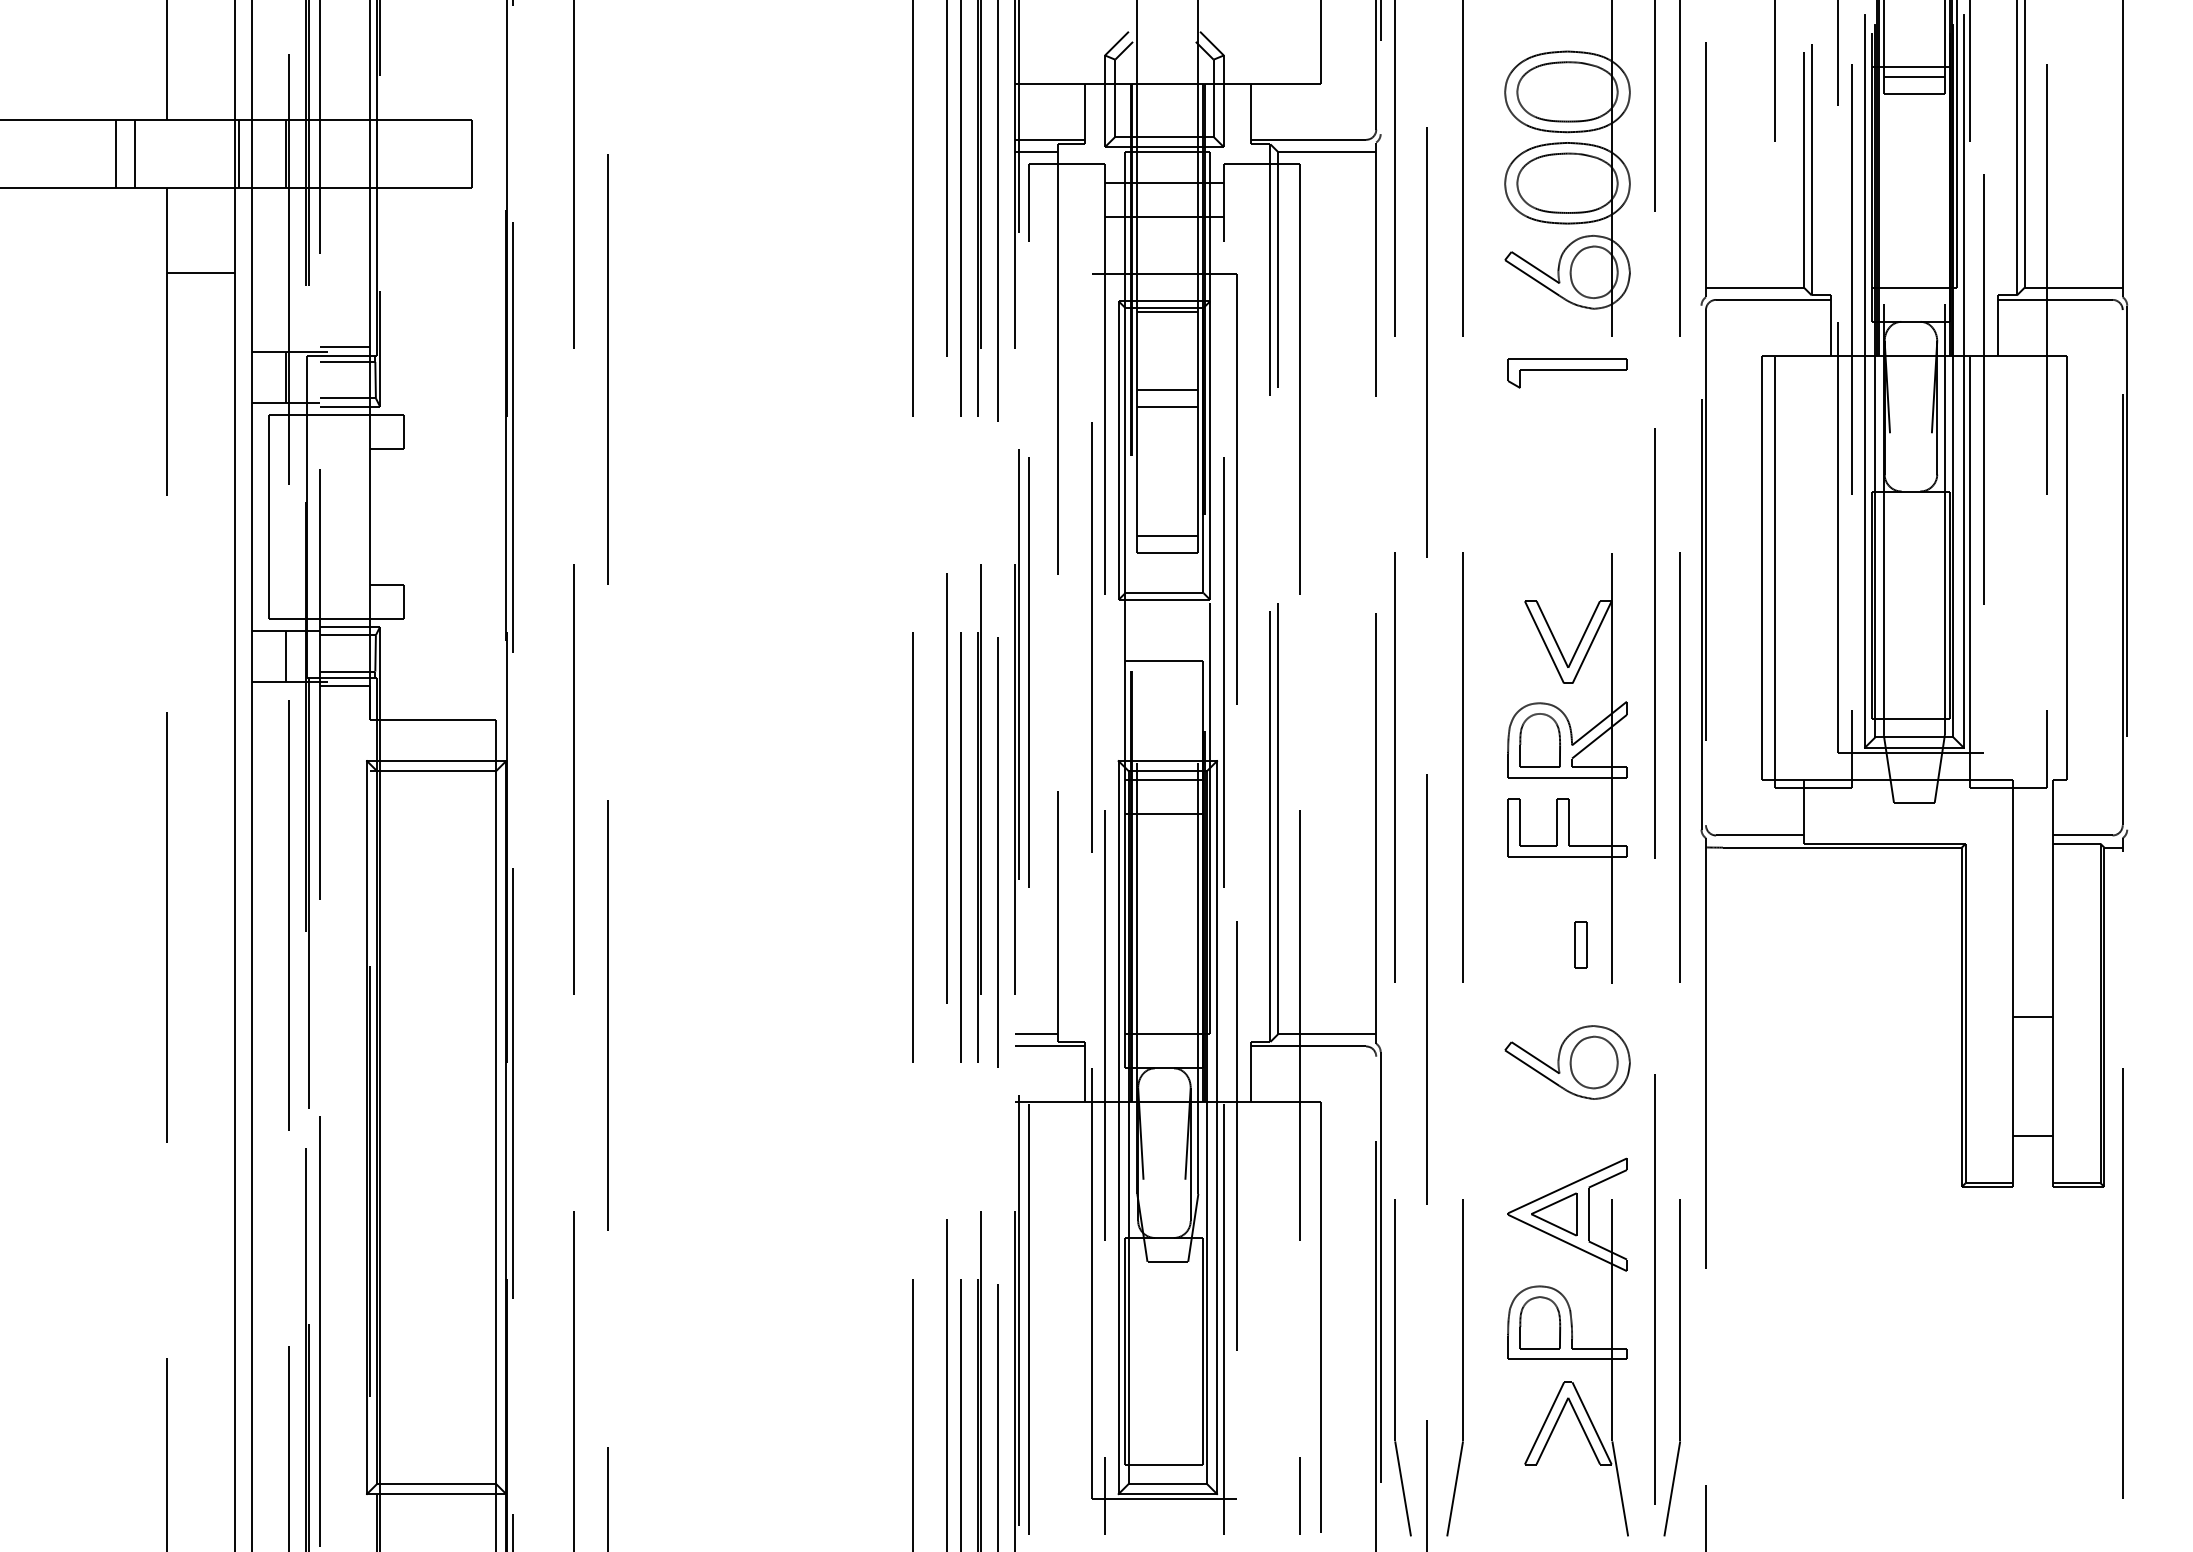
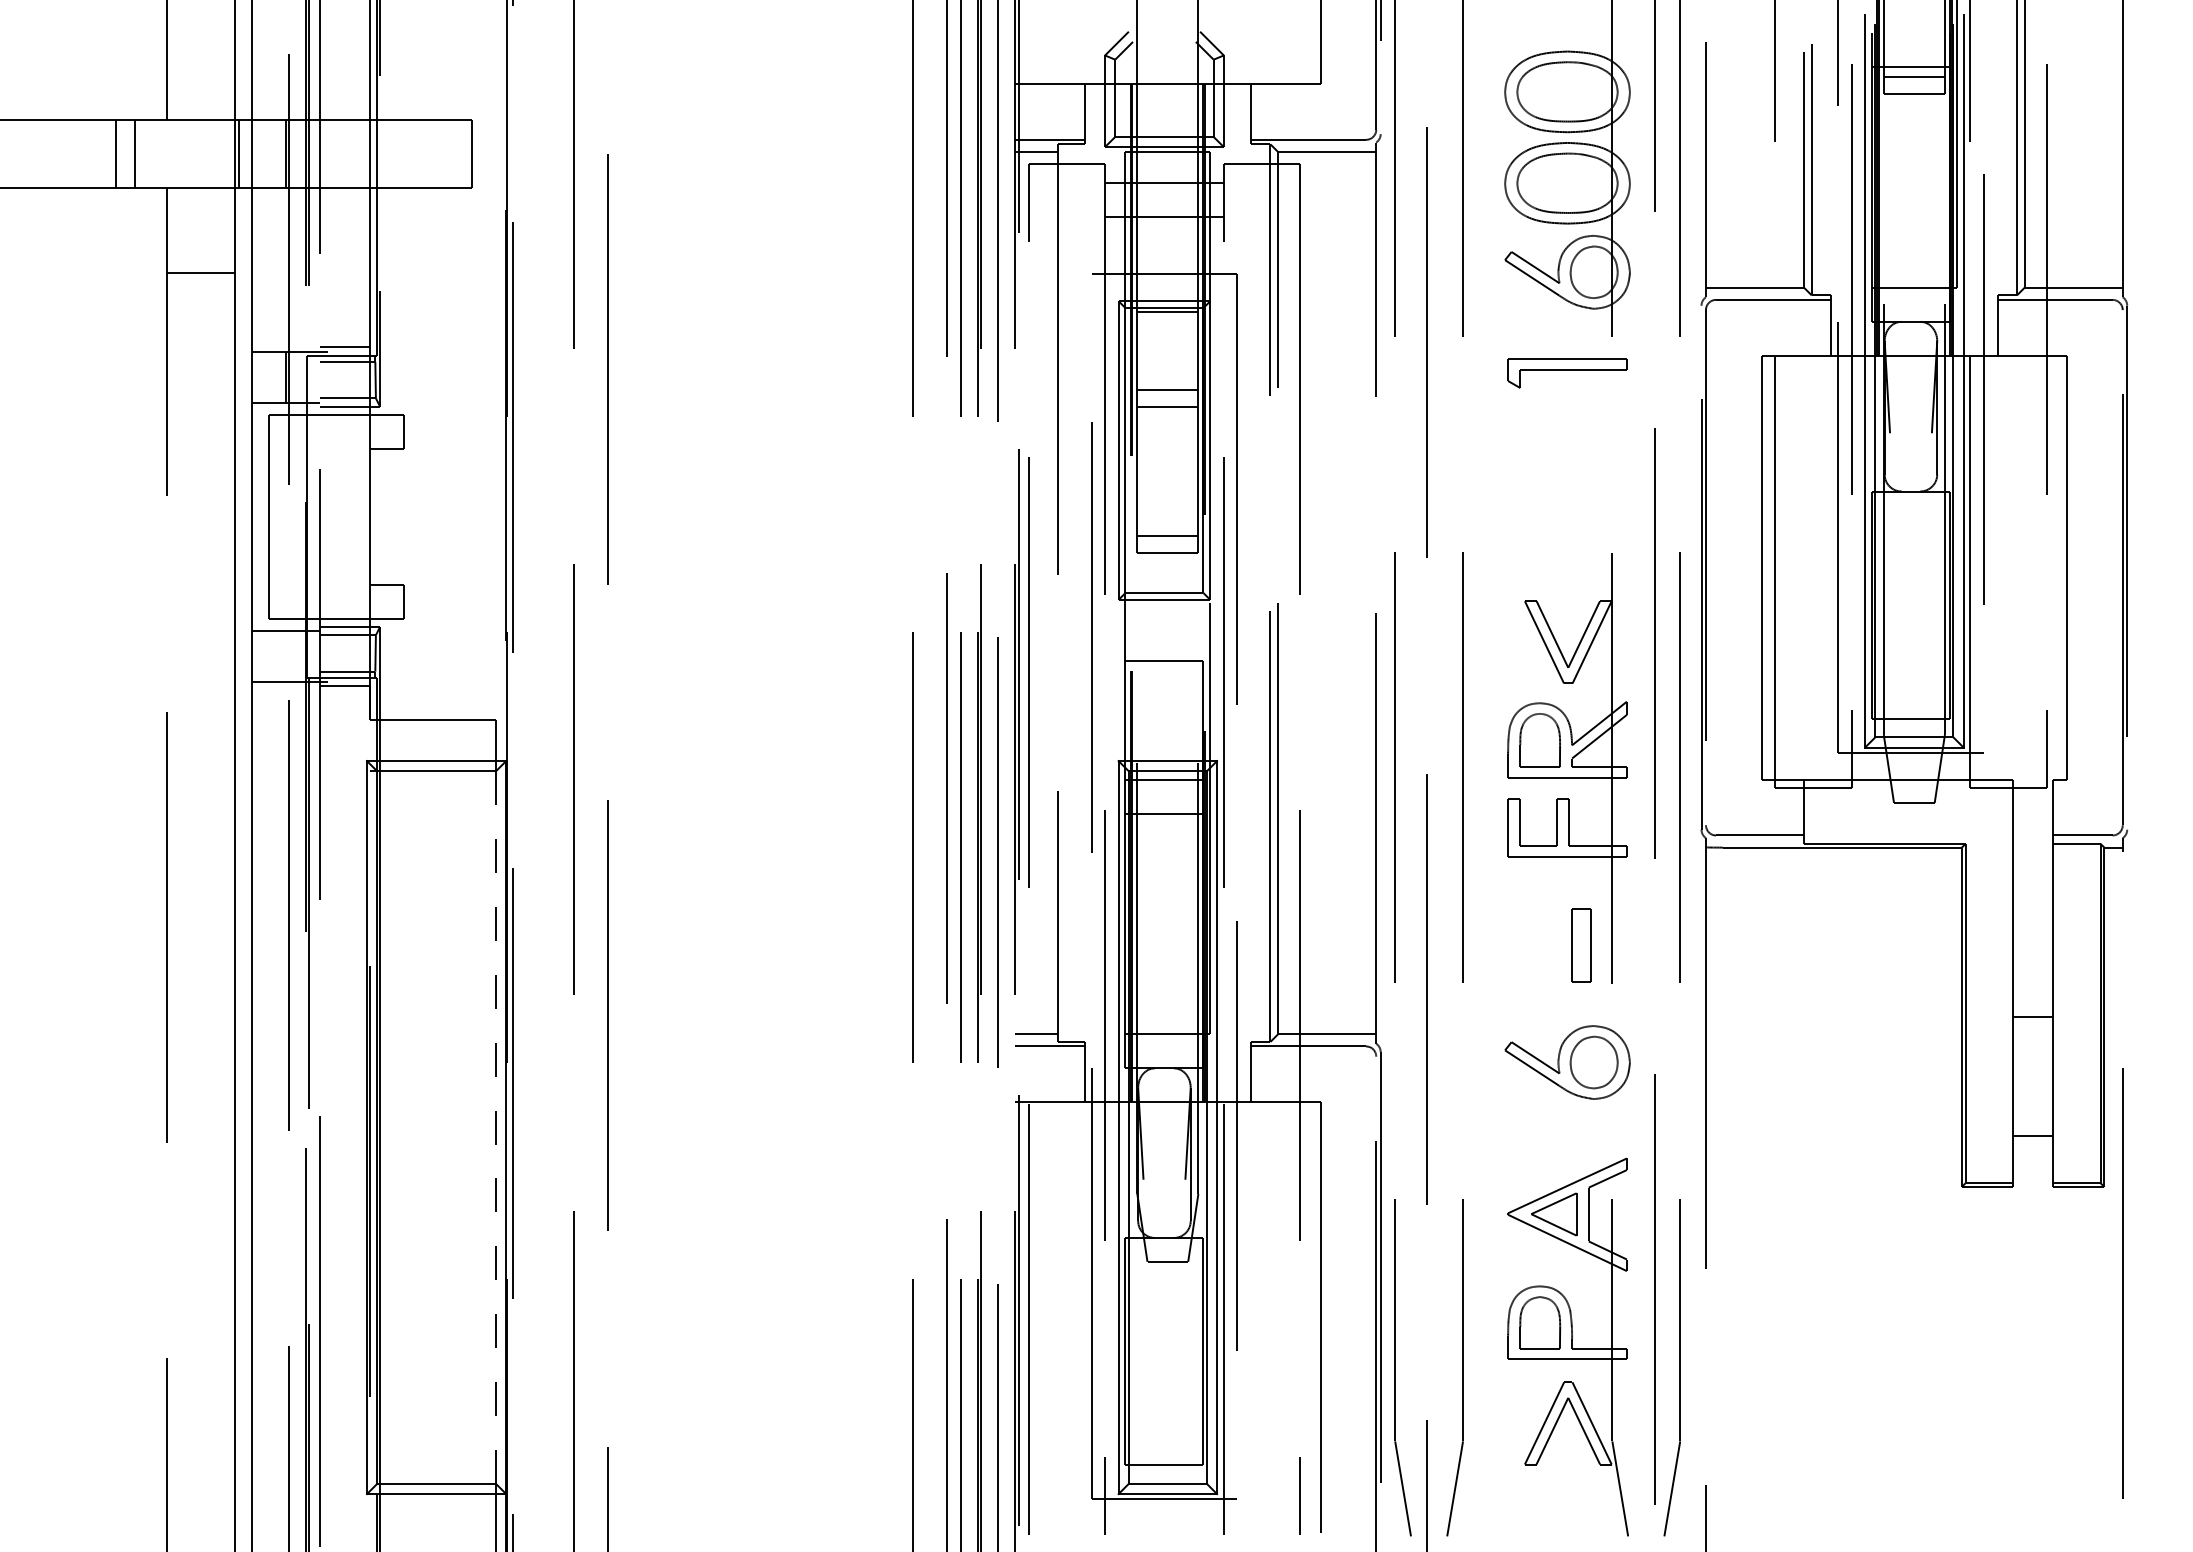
line at (285, 655): present -> none
part at (1580, 944) size: 14x48 px -> 21x75 px
line at (496, 1127): solid -> dashed
